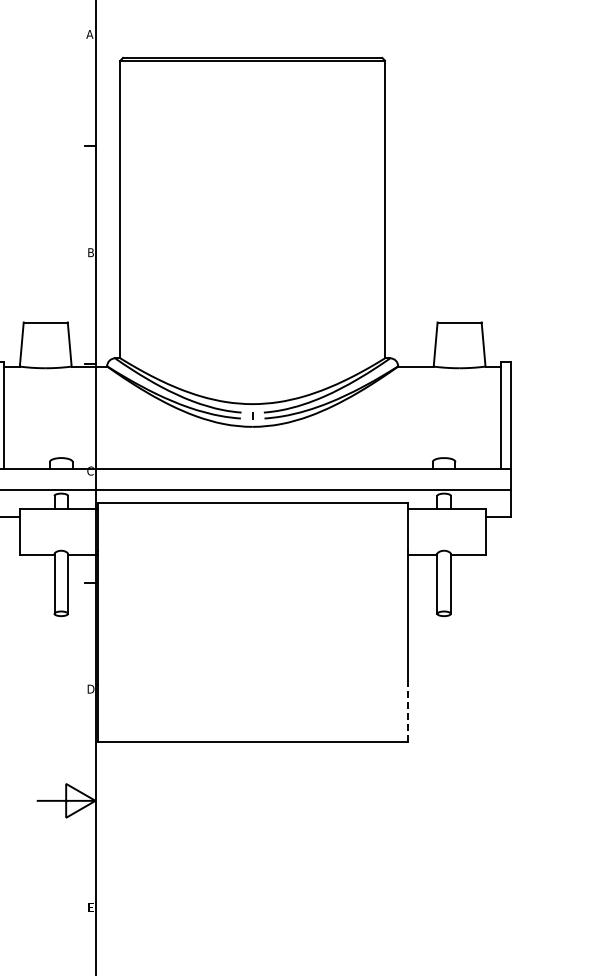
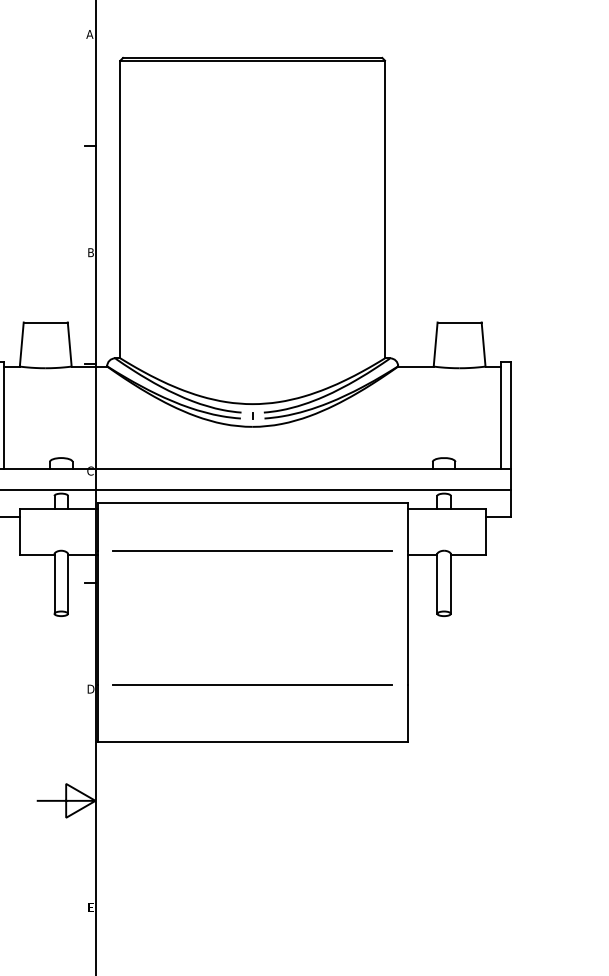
line at (252, 551): none -> present
line at (252, 684): none -> present
line at (407, 713): dashed -> solid
